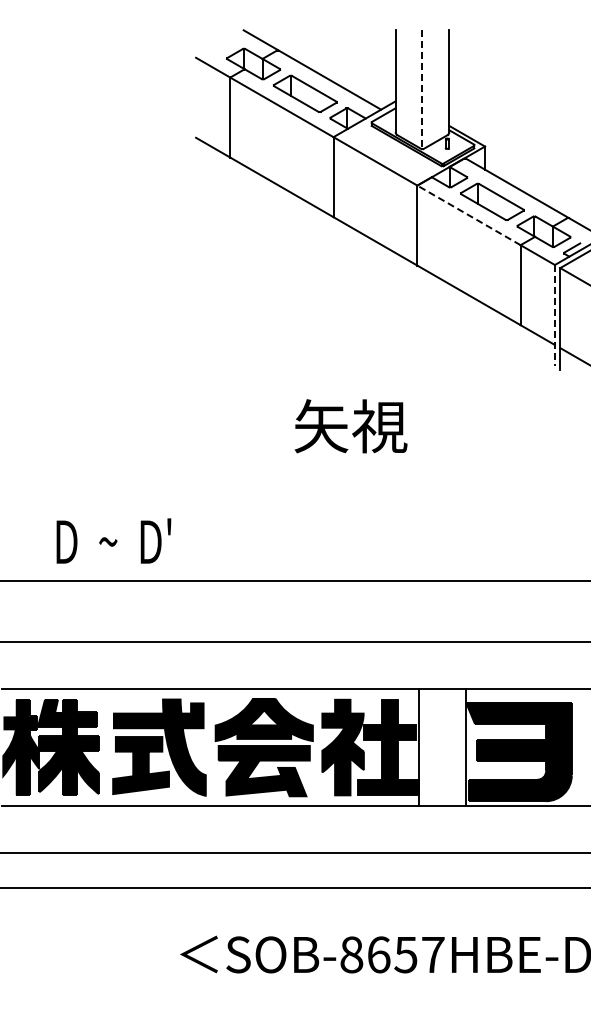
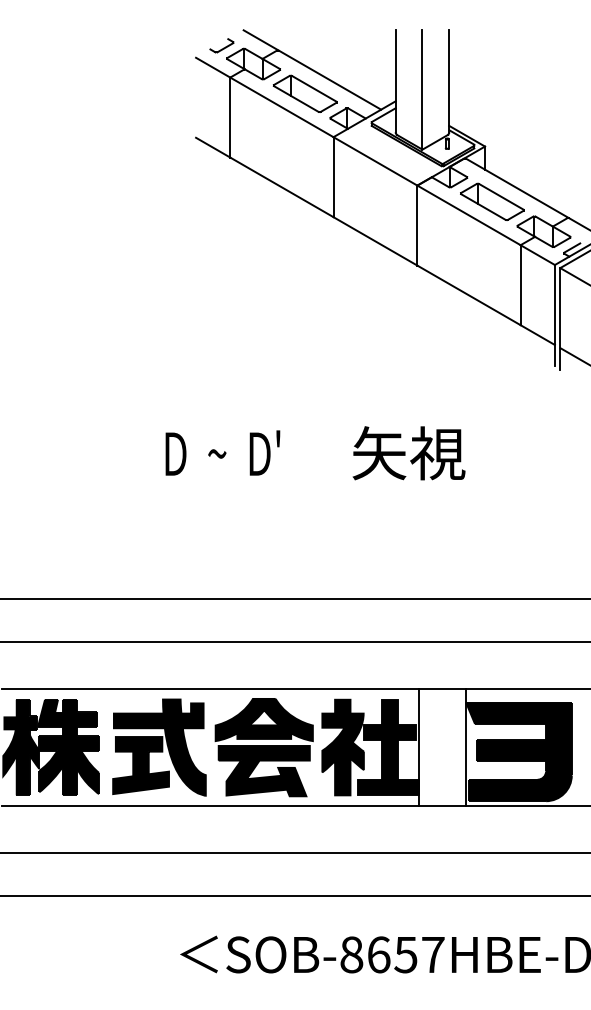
part at (221, 45): none -> present
line at (422, 90): dashed -> solid
line at (469, 215): dashed -> solid
line at (554, 315): dashed -> solid
text at (350, 426) position: (350, 426) -> (408, 453)
text at (113, 540) position: (113, 540) -> (222, 452)
line at (294, 581) position: (294, 581) -> (294, 599)
line at (294, 888) position: (294, 888) -> (294, 896)
